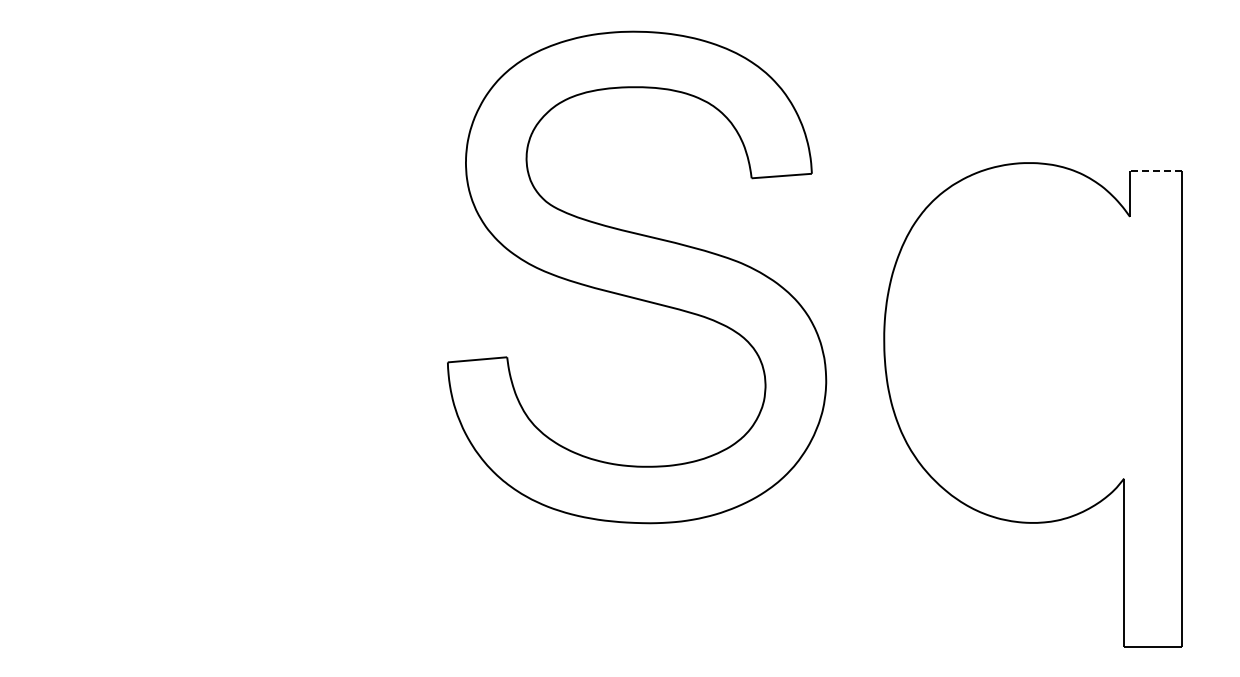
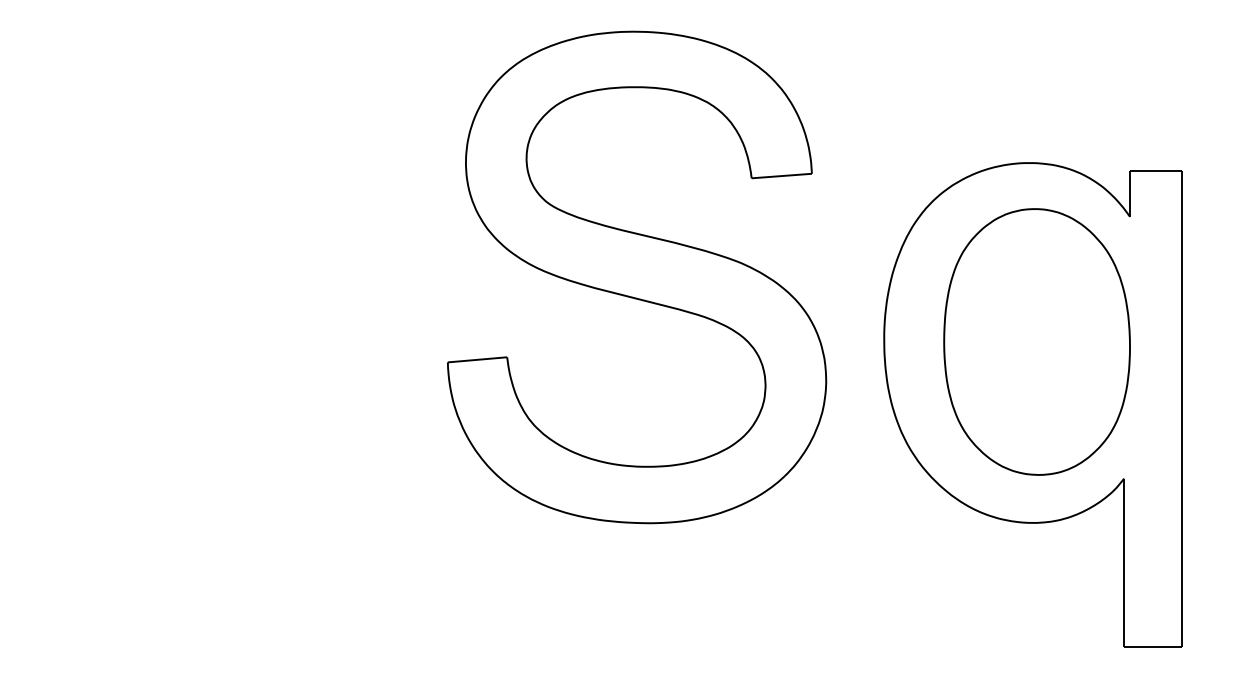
line at (1155, 170): dashed -> solid
part at (1036, 341): none -> present
